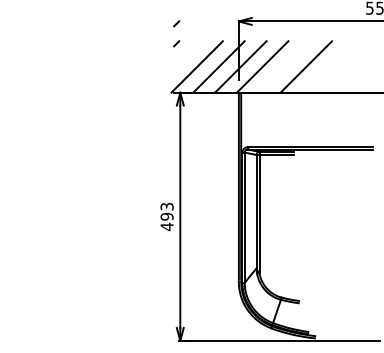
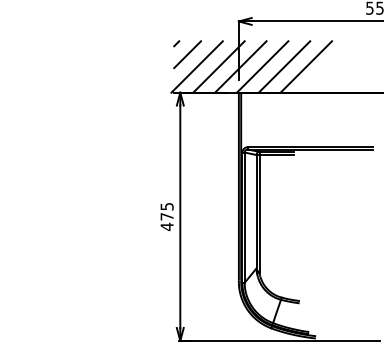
line at (176, 23): present -> none
line at (187, 54): none -> present
line at (284, 66): none -> present
text at (166, 211): 493 -> 475
